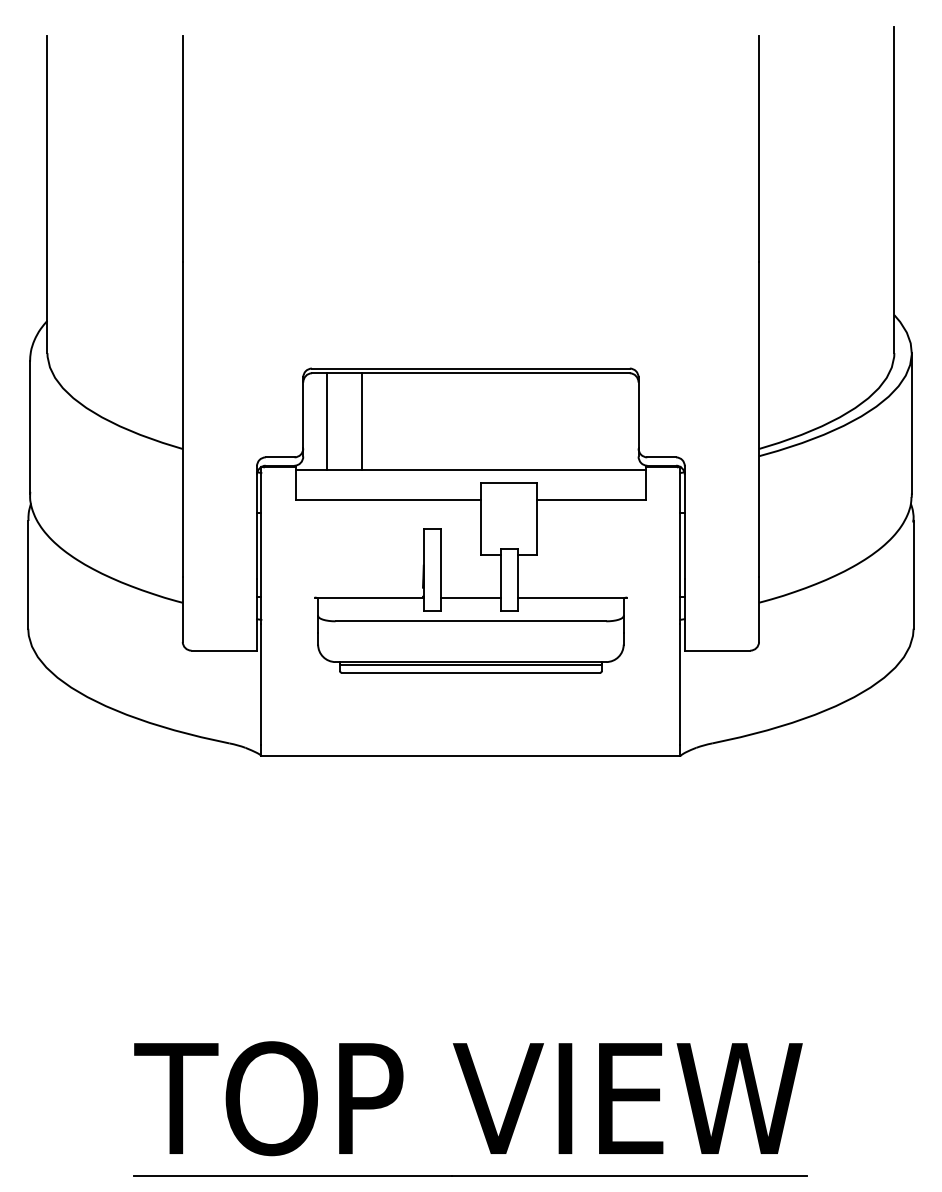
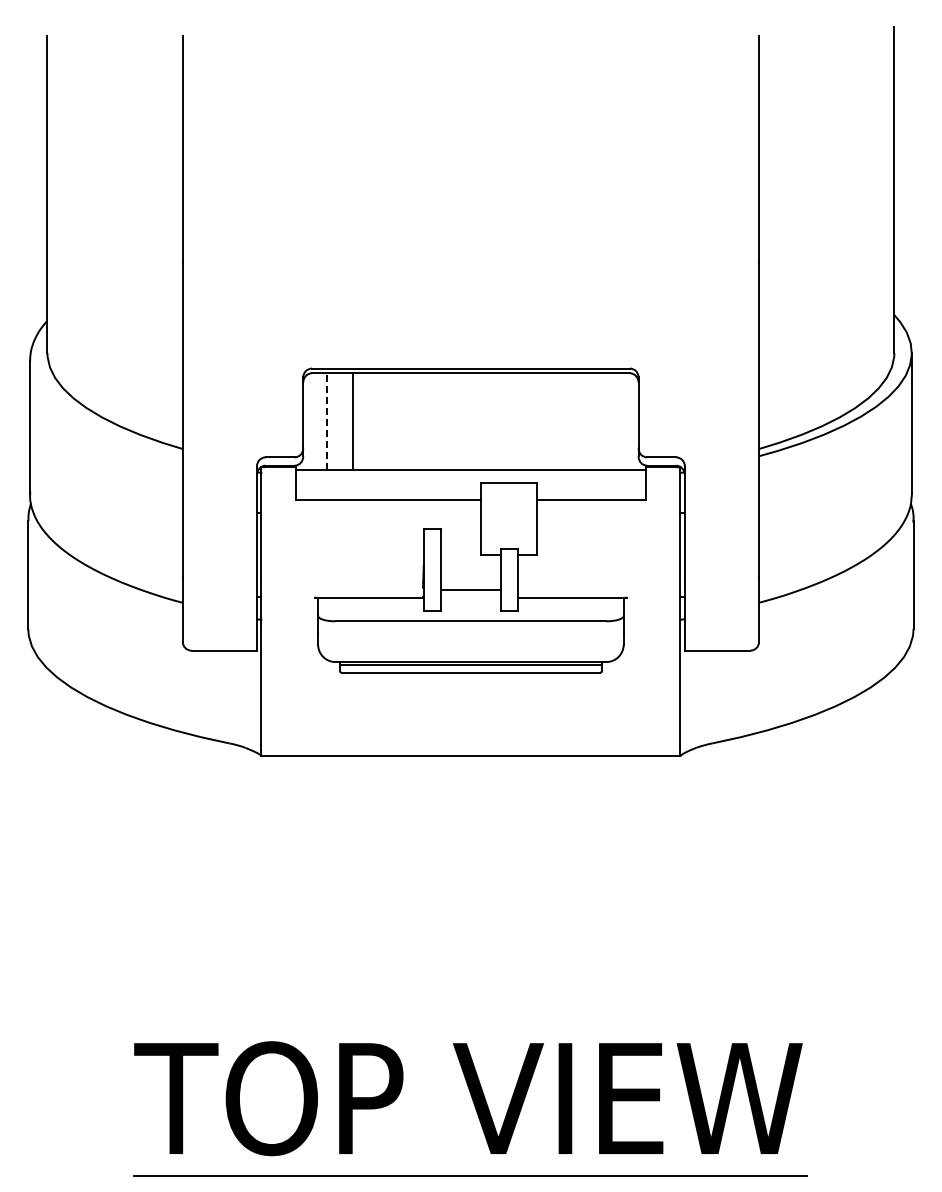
line at (326, 421): solid -> dashed
line at (361, 421) position: (361, 421) -> (352, 421)
line at (470, 597) position: (470, 597) -> (470, 589)
